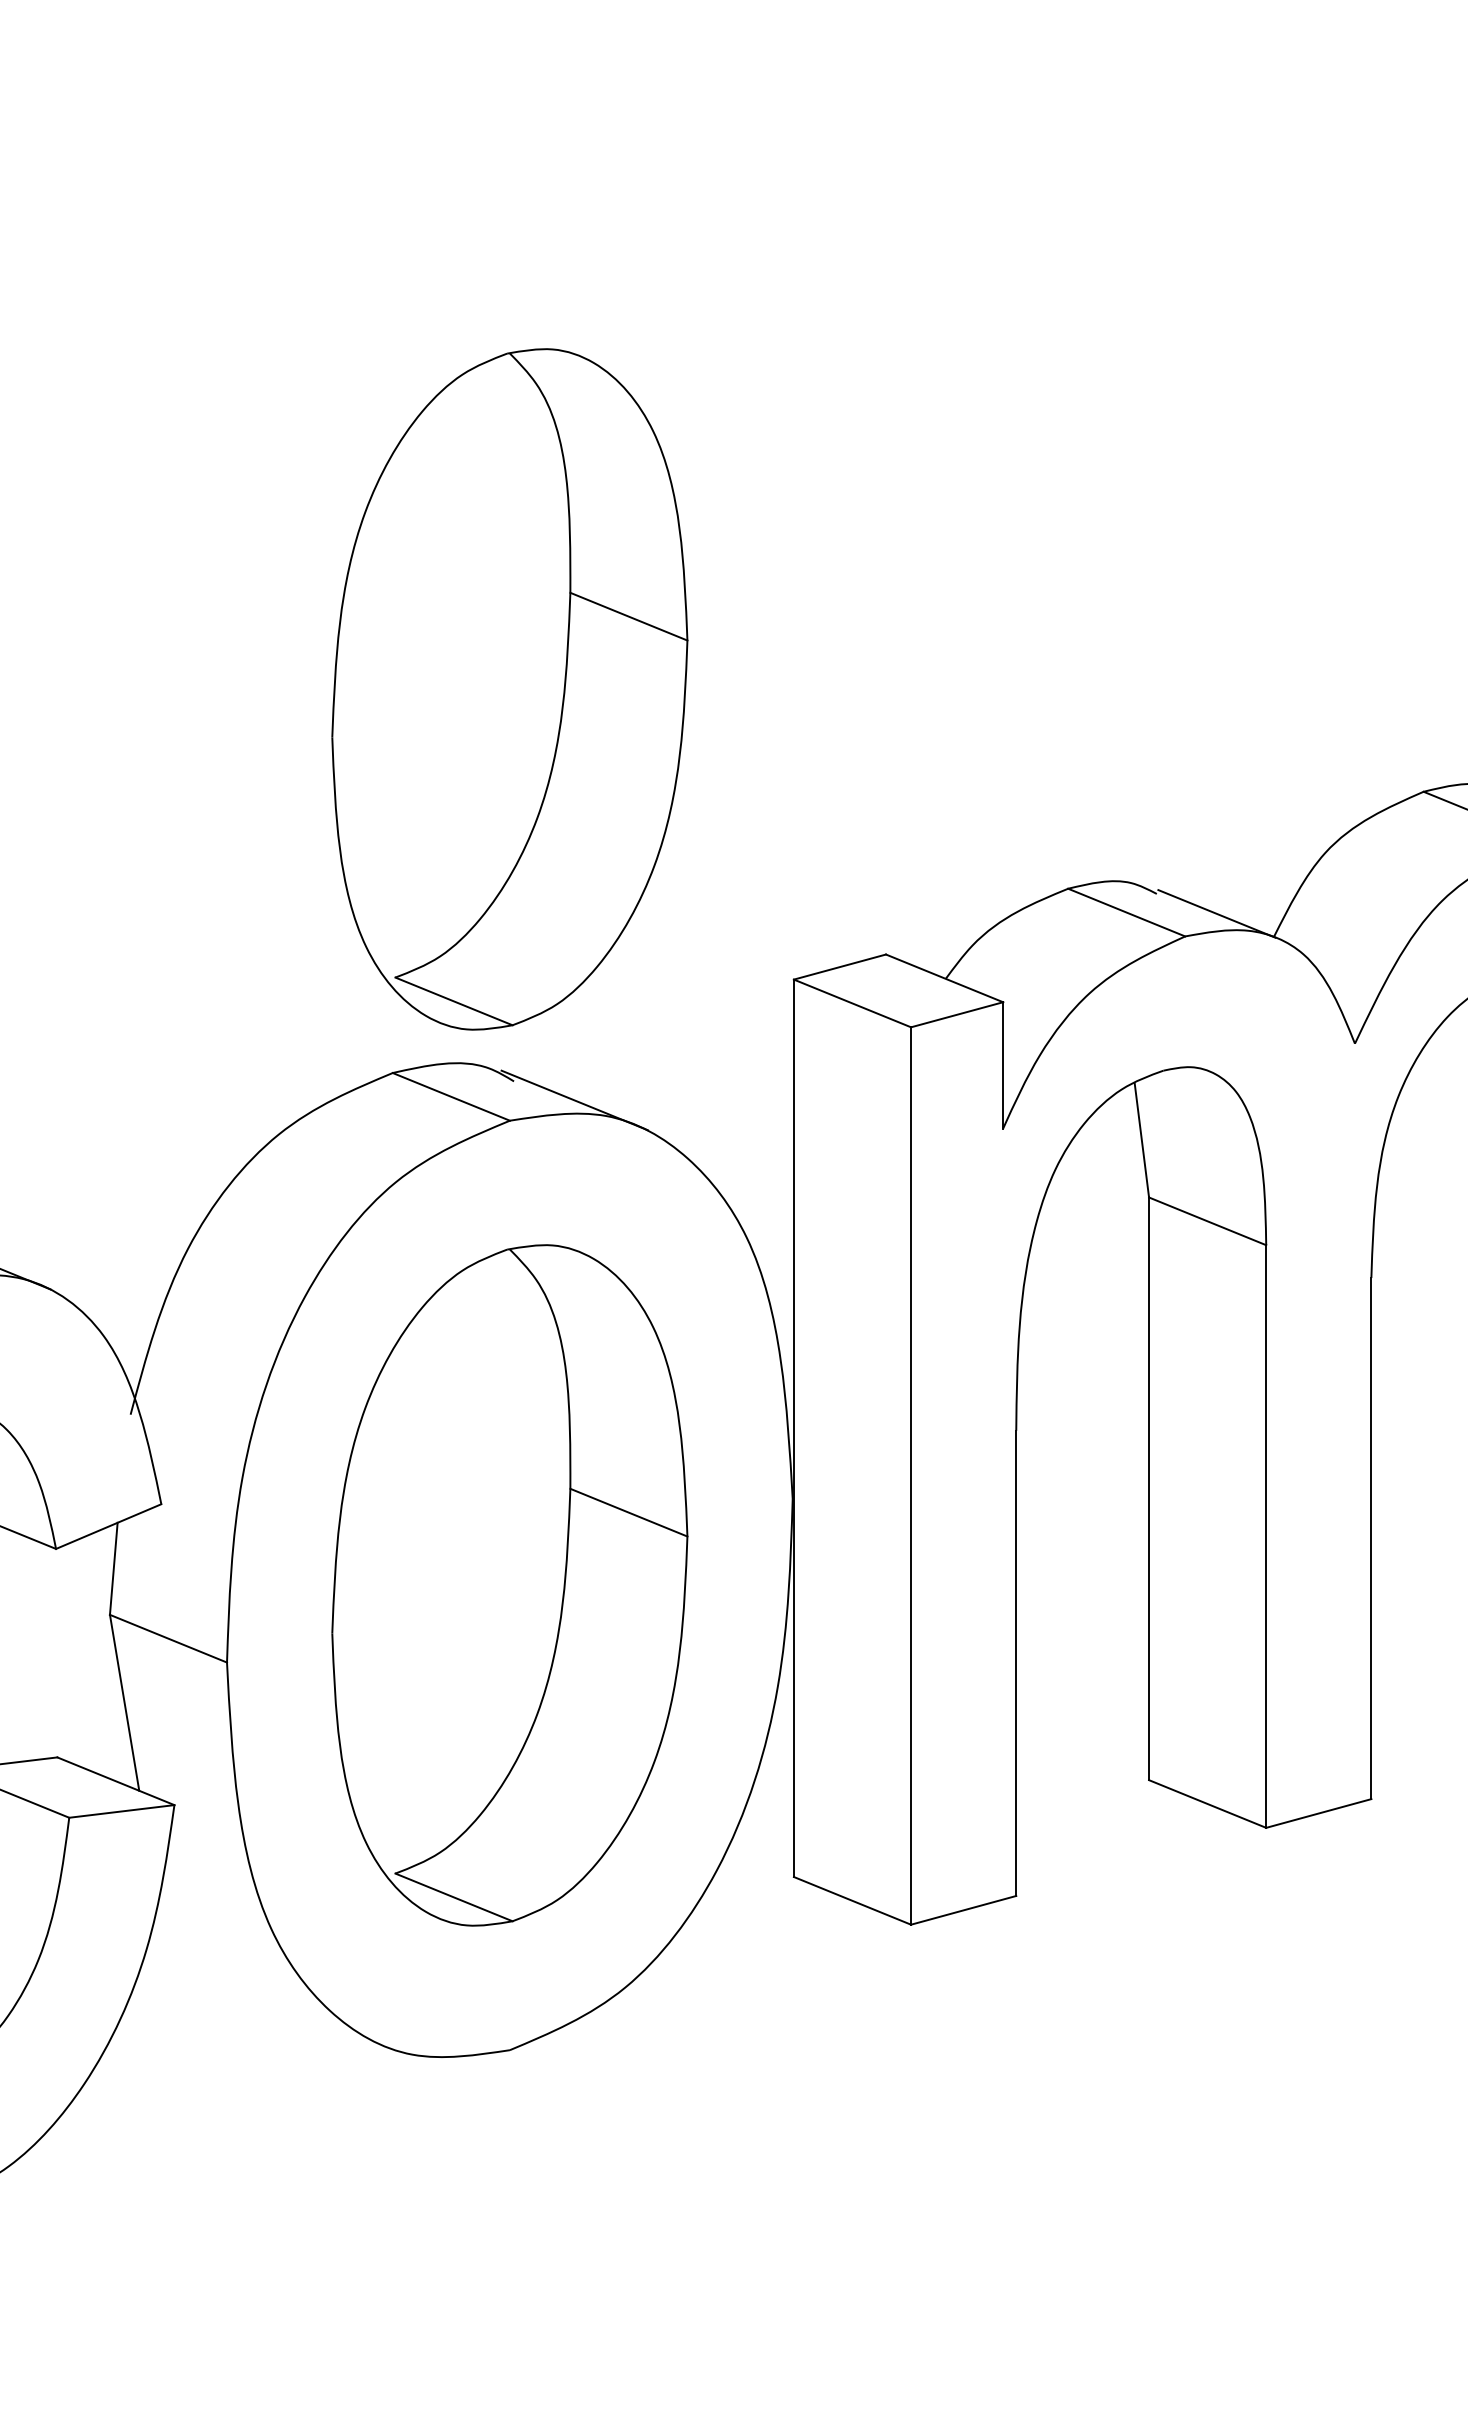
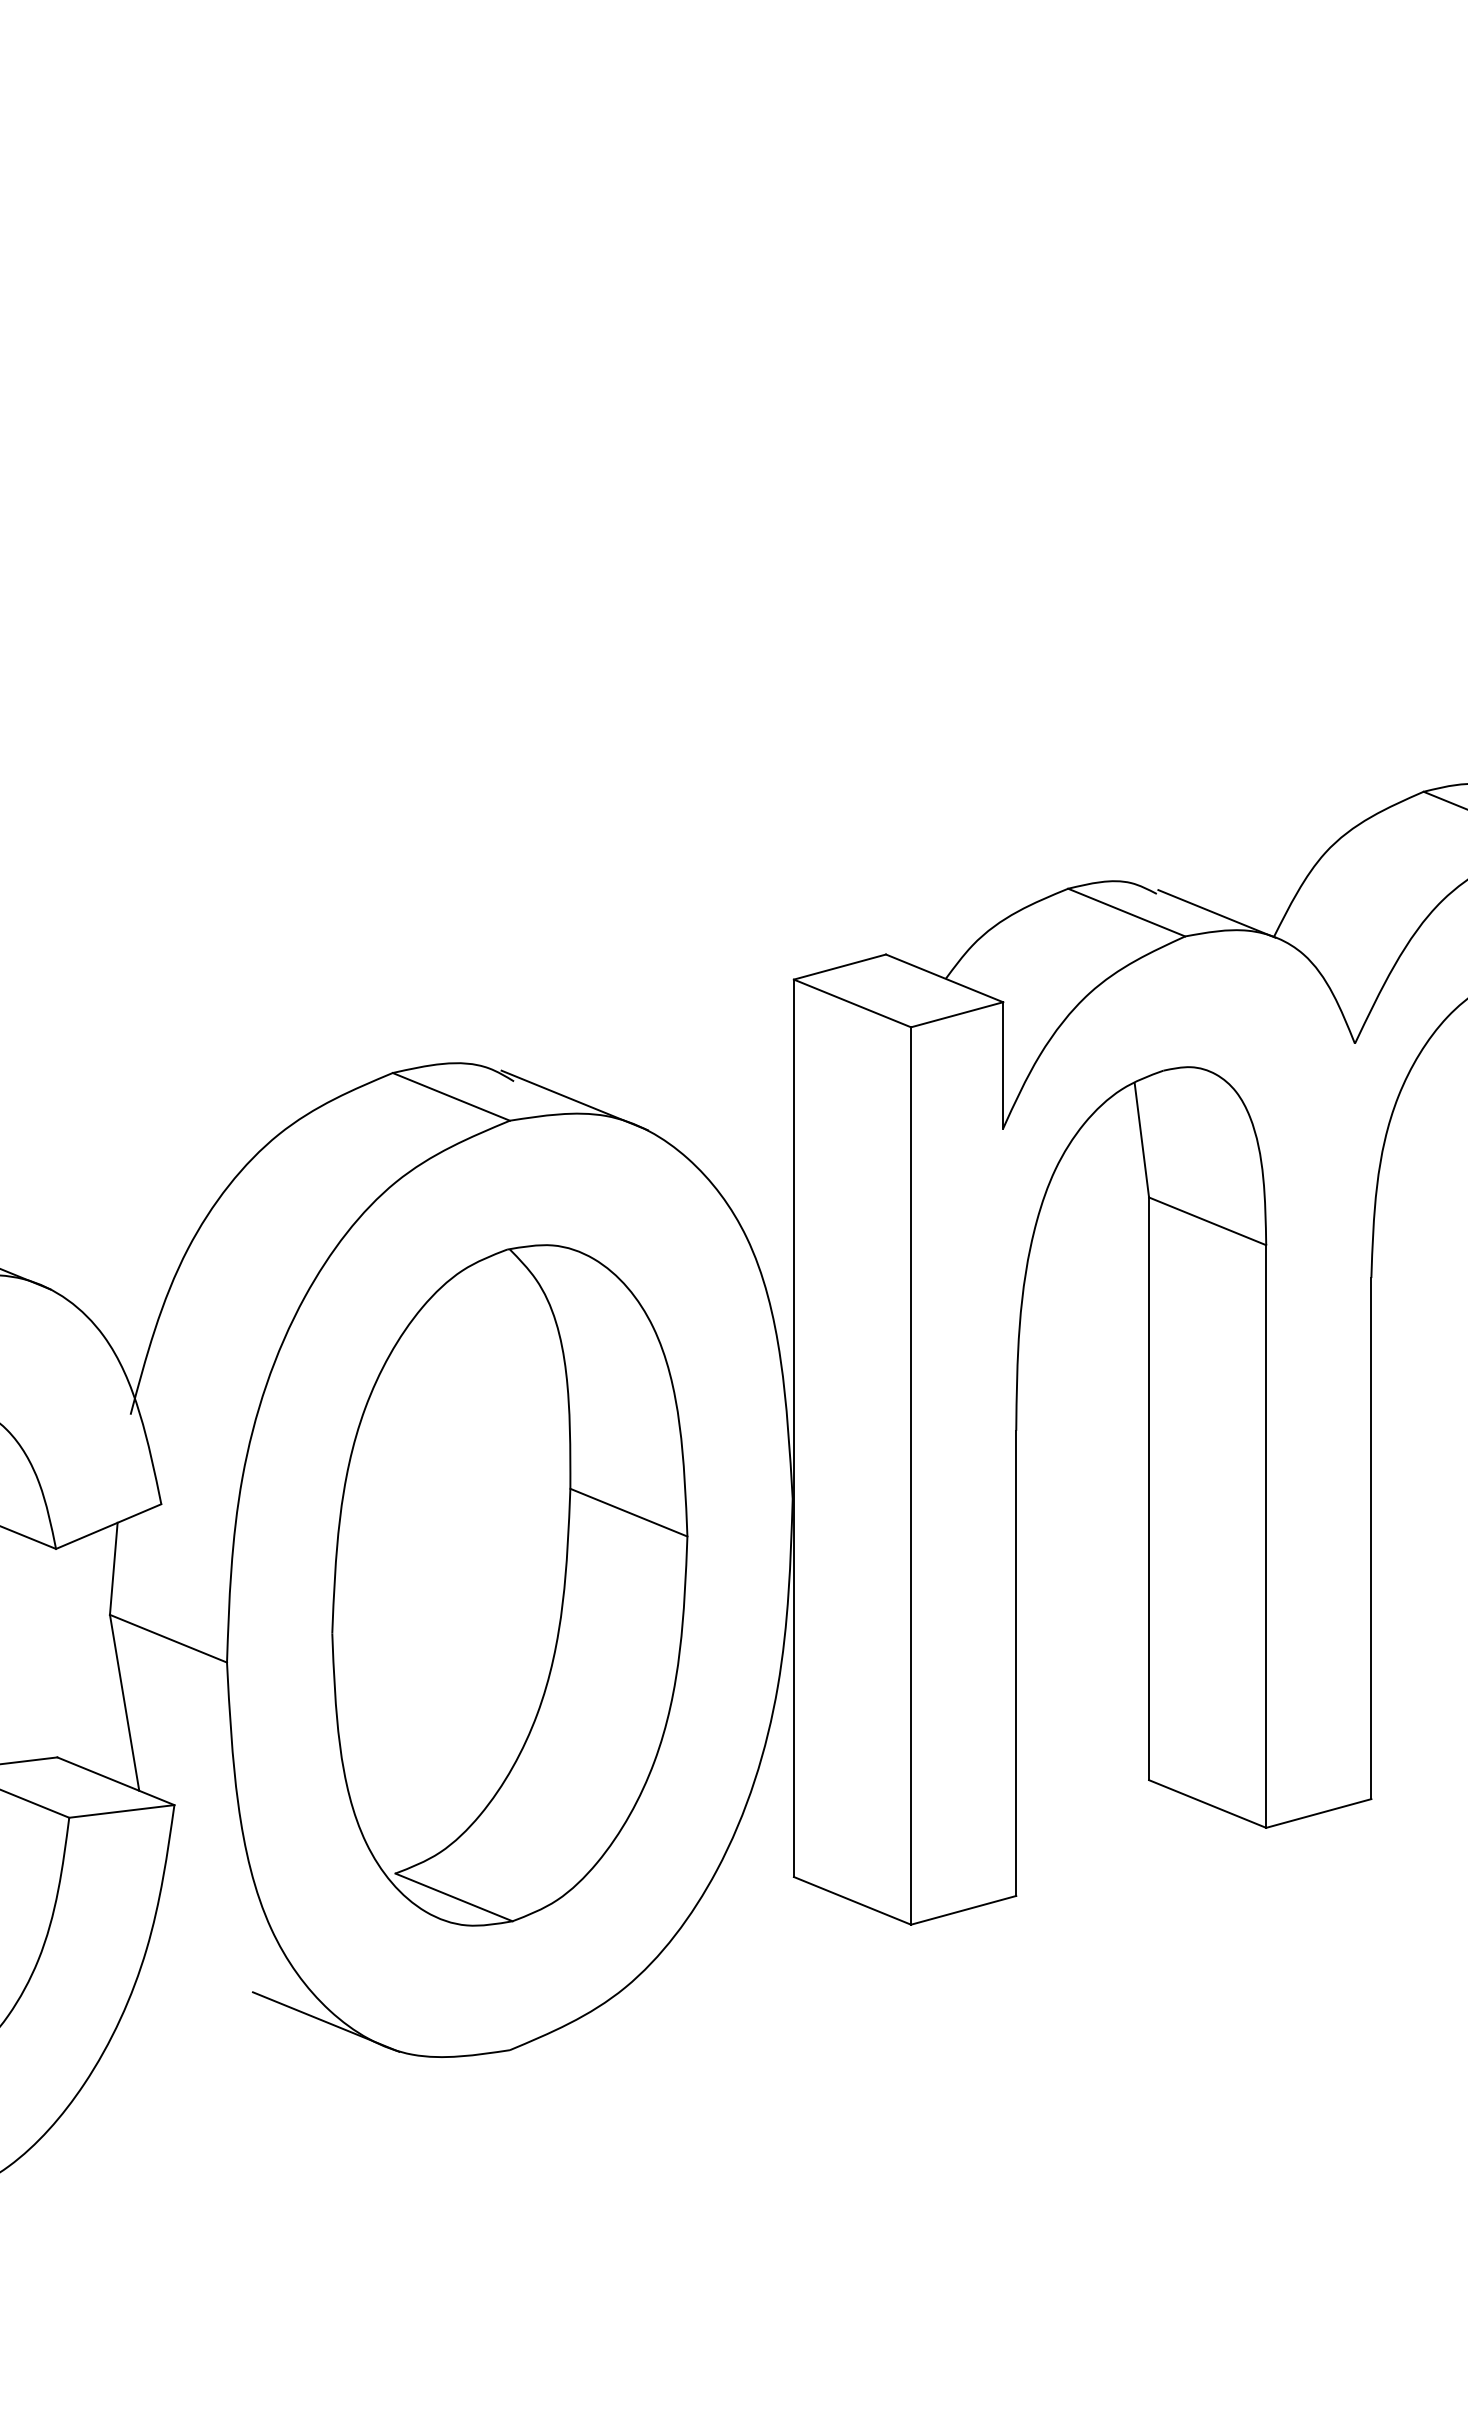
part at (509, 689): present -> none
line at (325, 2021): none -> present
